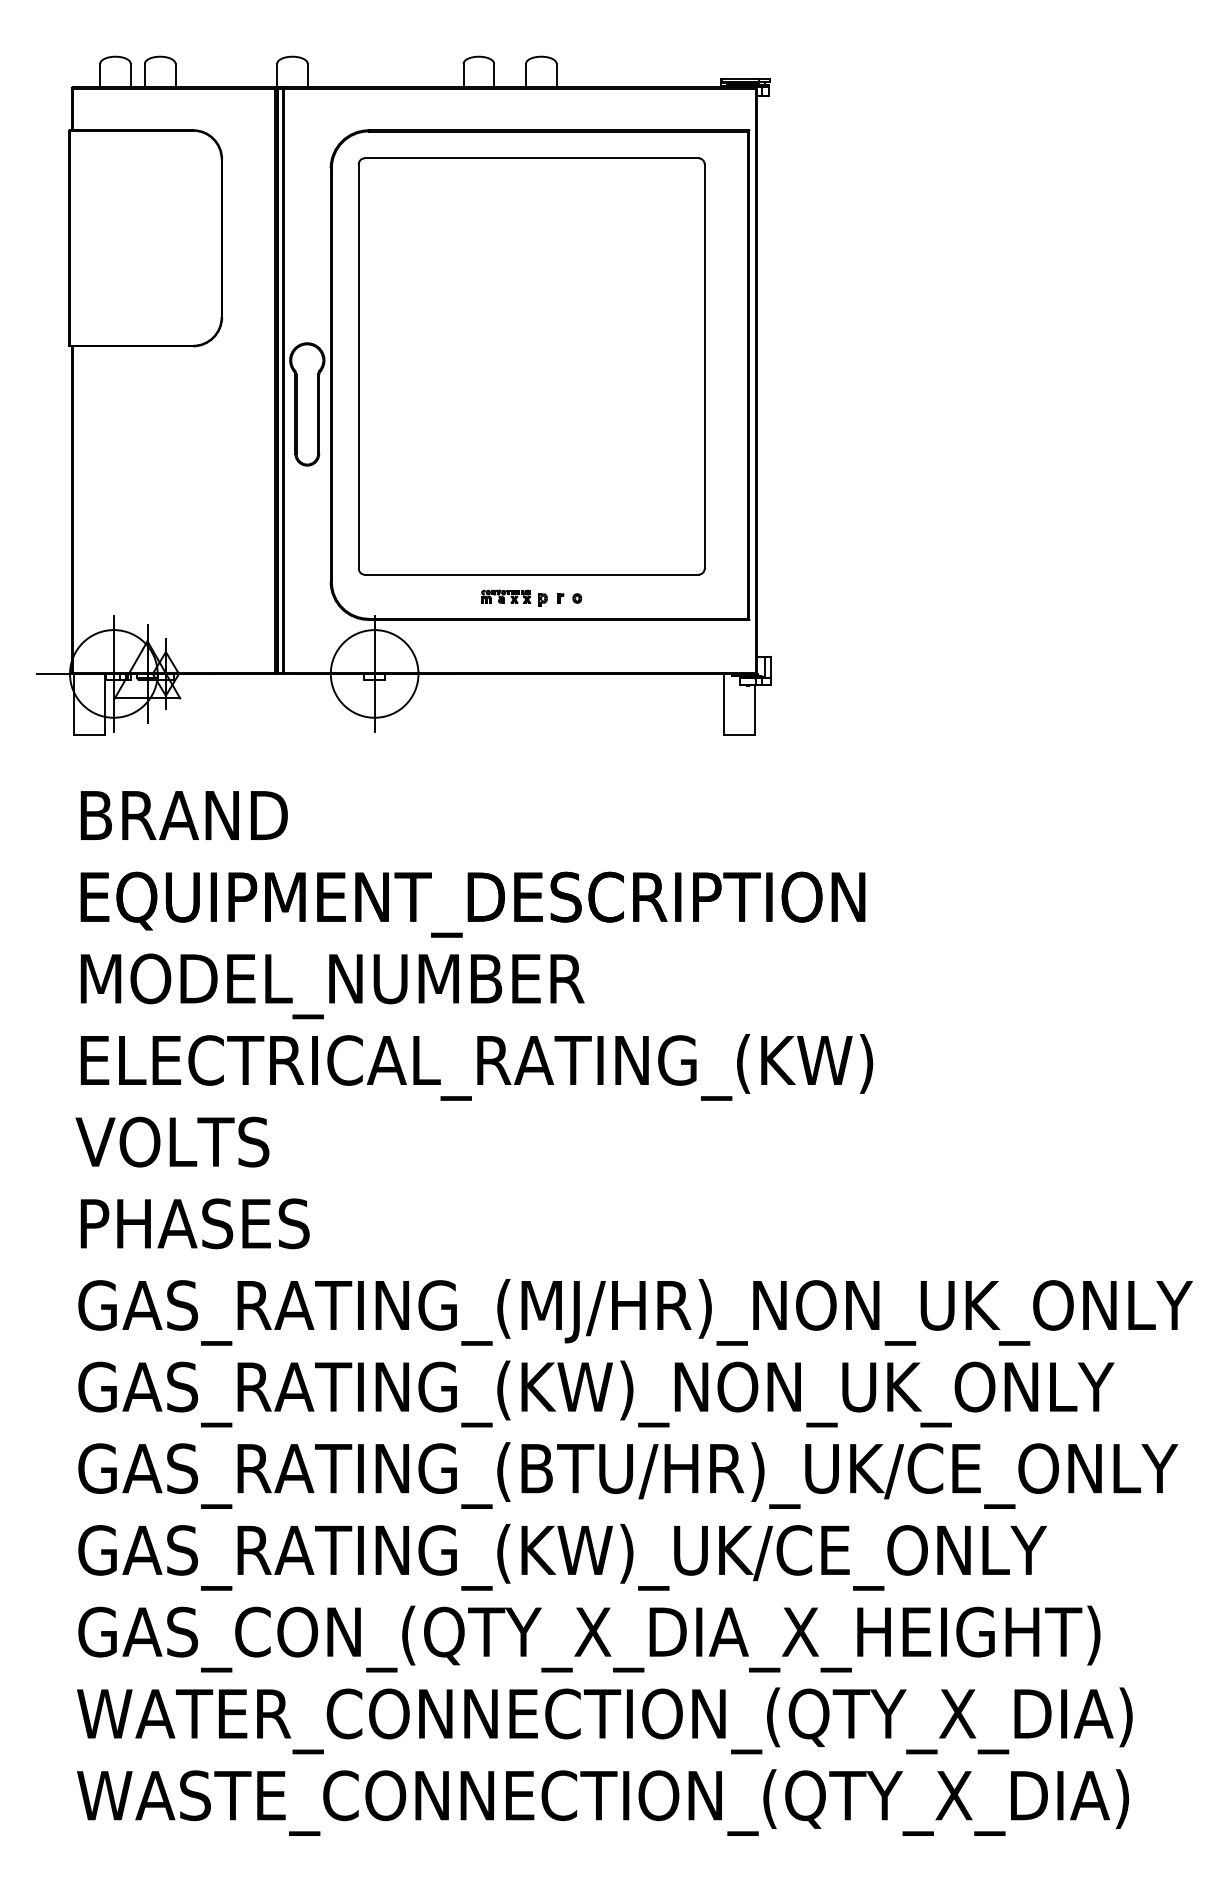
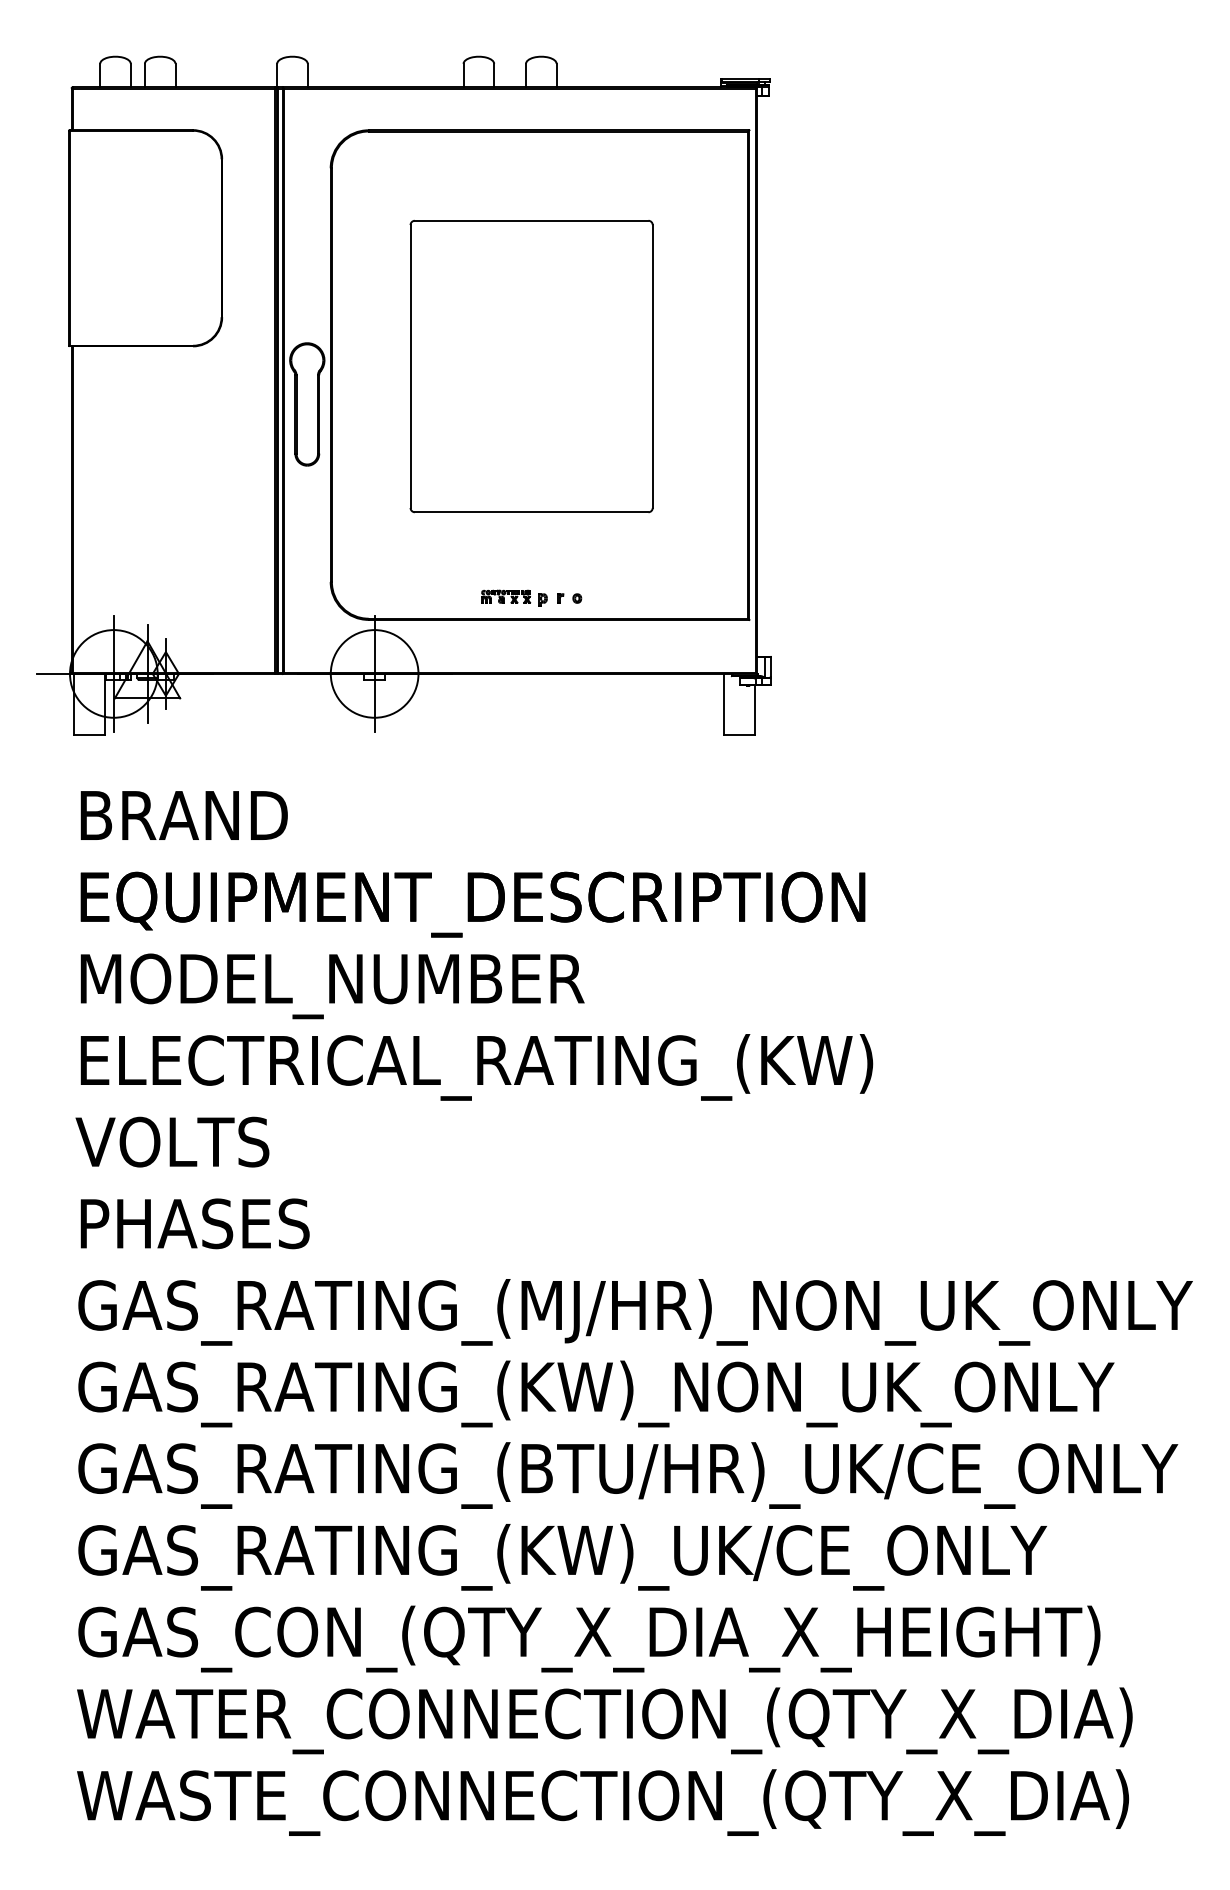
part at (531, 366) size: 349x419 px -> 245x295 px
